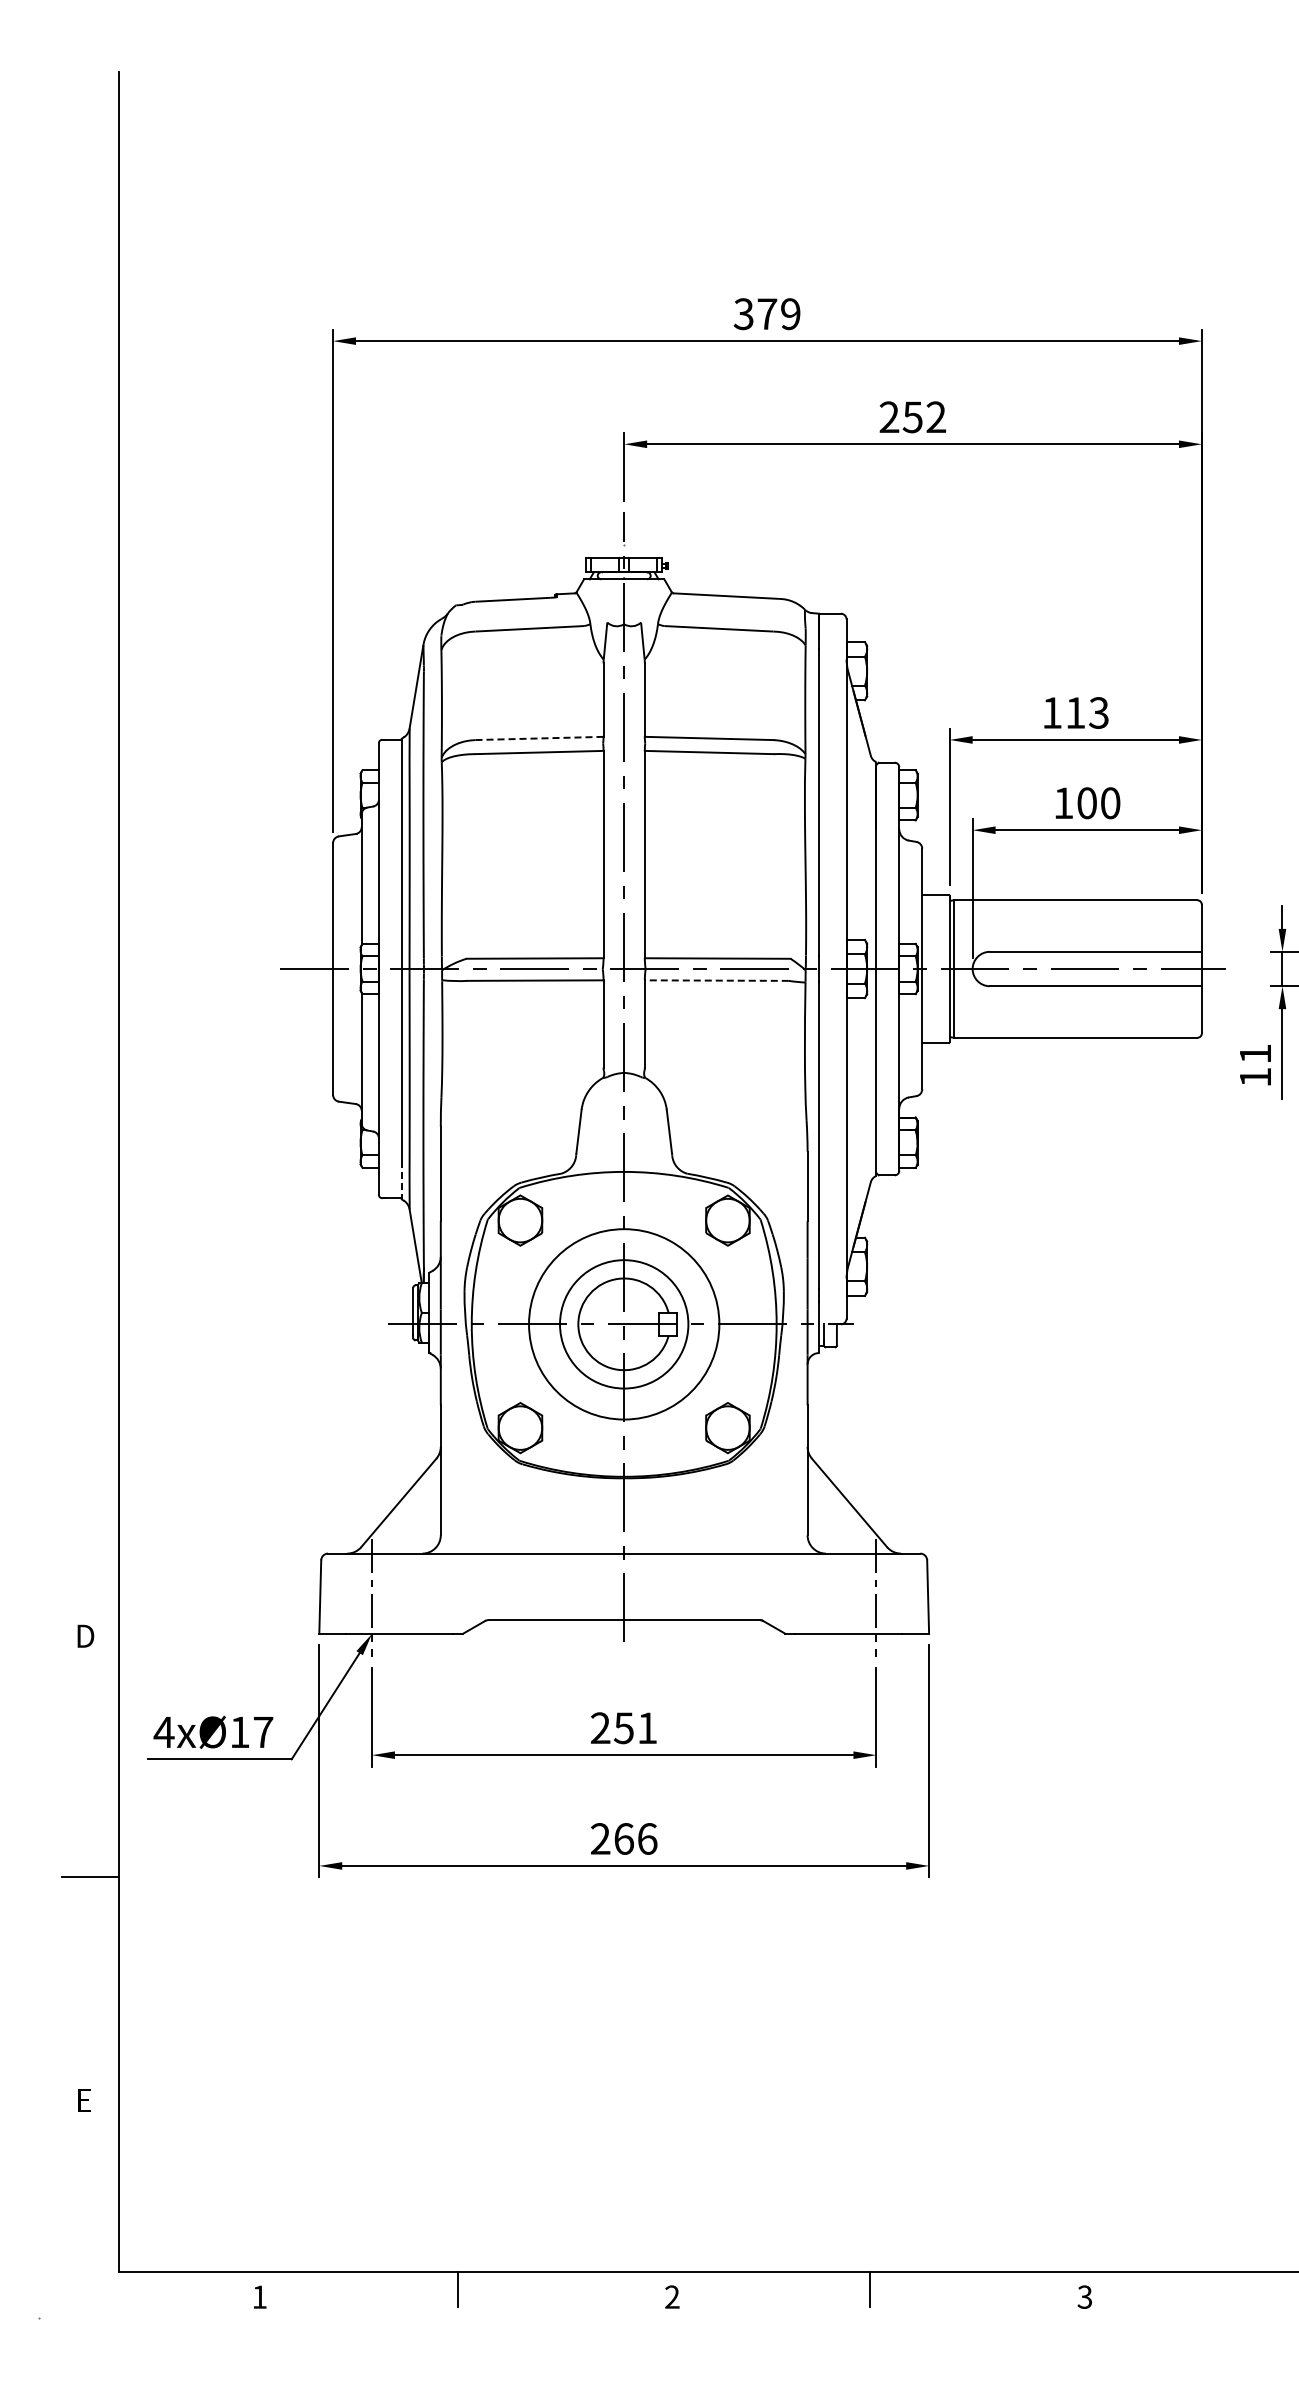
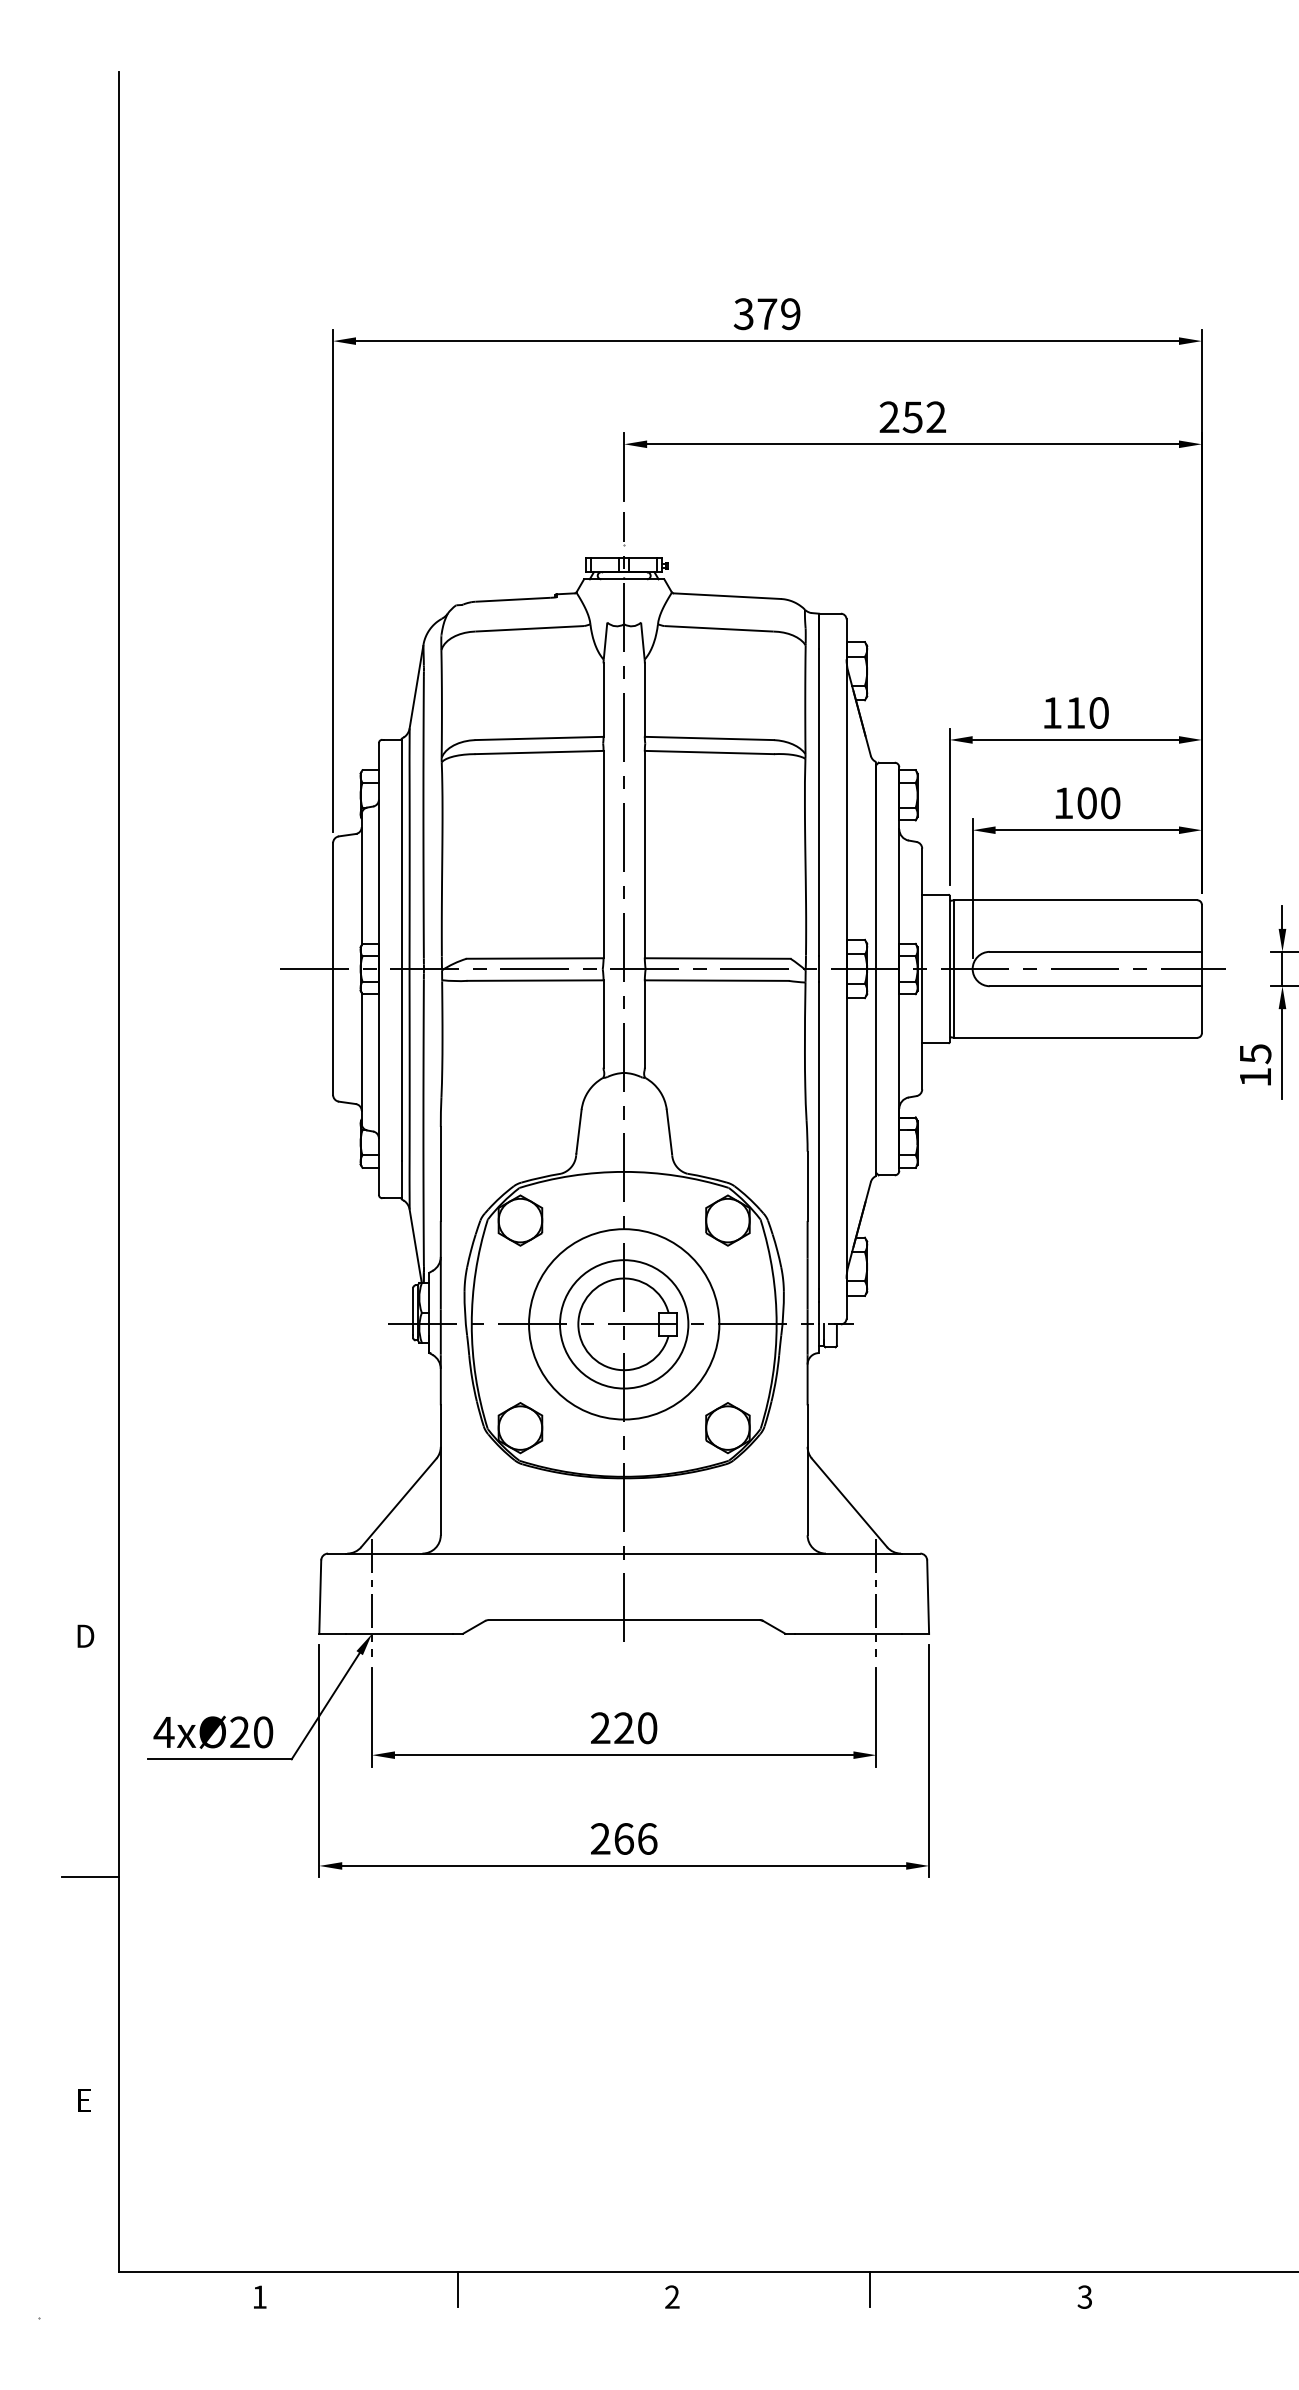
text at (1098, 712): 113 -> 110
line at (540, 738): dashed -> solid
line at (716, 980): dashed -> solid
text at (1255, 1054): 11 -> 15
line at (401, 1180): dashed -> solid
text at (635, 1728): 251 -> 220
text at (251, 1732): 4xØ17 -> 4xØ20
